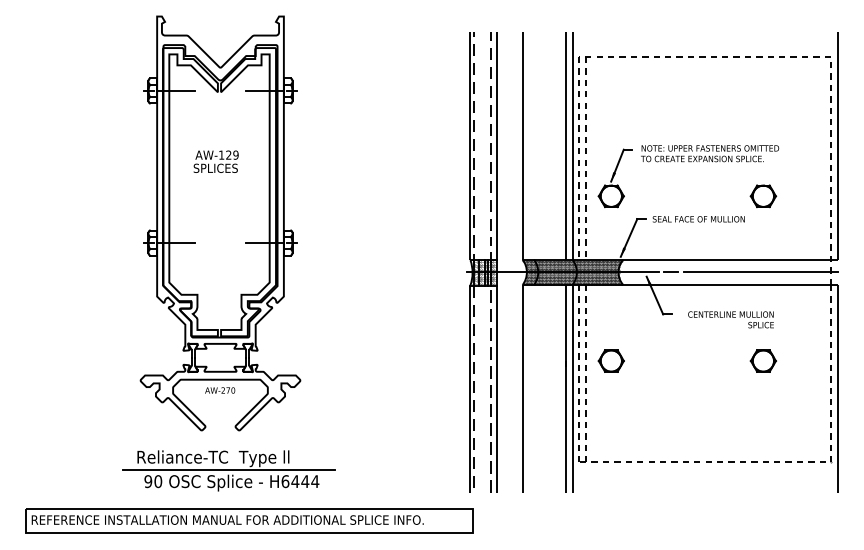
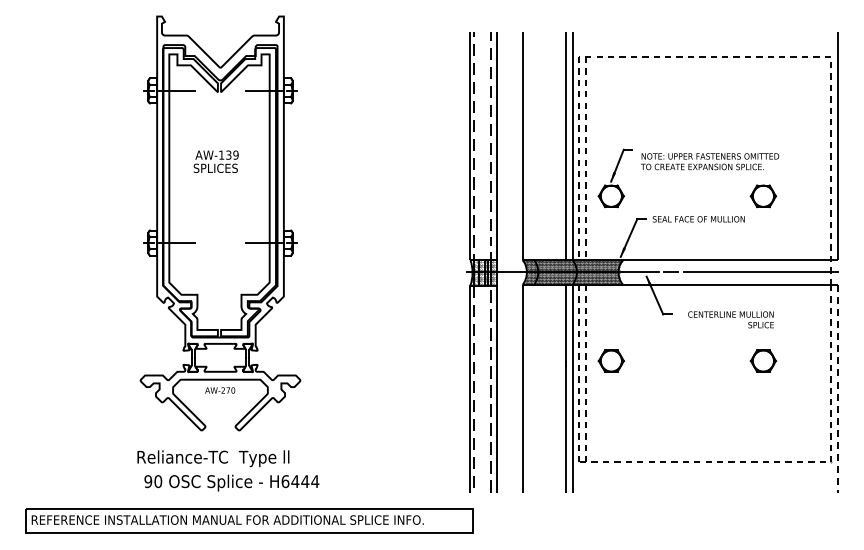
text at (710, 153) position: (710, 153) -> (710, 161)
text at (228, 155): AW-129 -> AW-139
line at (837, 389): solid -> dashed
line at (228, 469): present -> none
